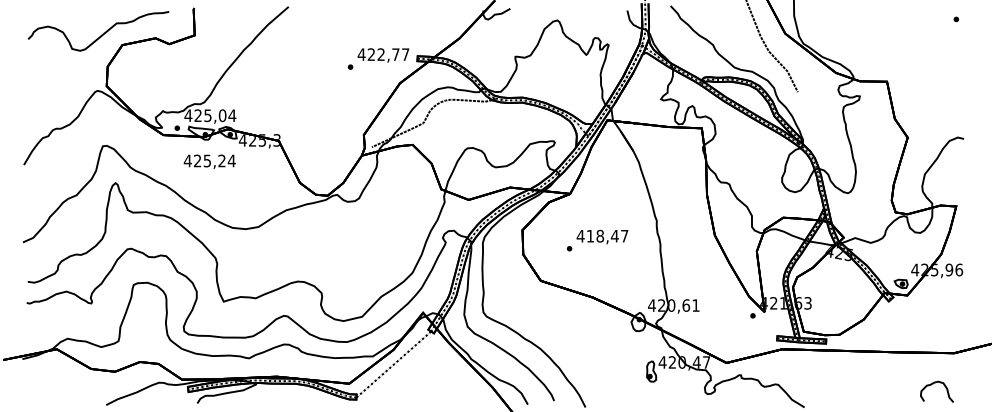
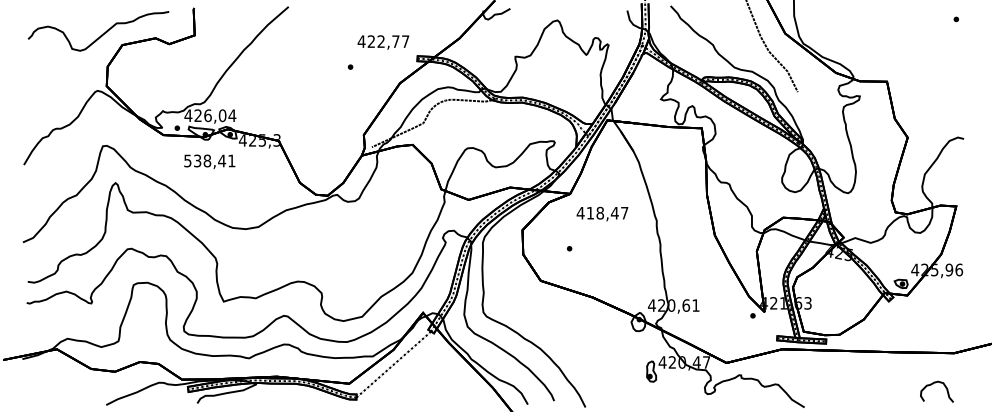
text at (383, 55) position: (383, 55) -> (383, 42)
text at (207, 115): 425,04 -> 426,04
text at (209, 160): 425,24 -> 538,41
text at (602, 236) position: (602, 236) -> (602, 213)
